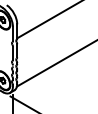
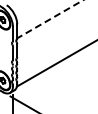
line at (50, 19): solid -> dashed
